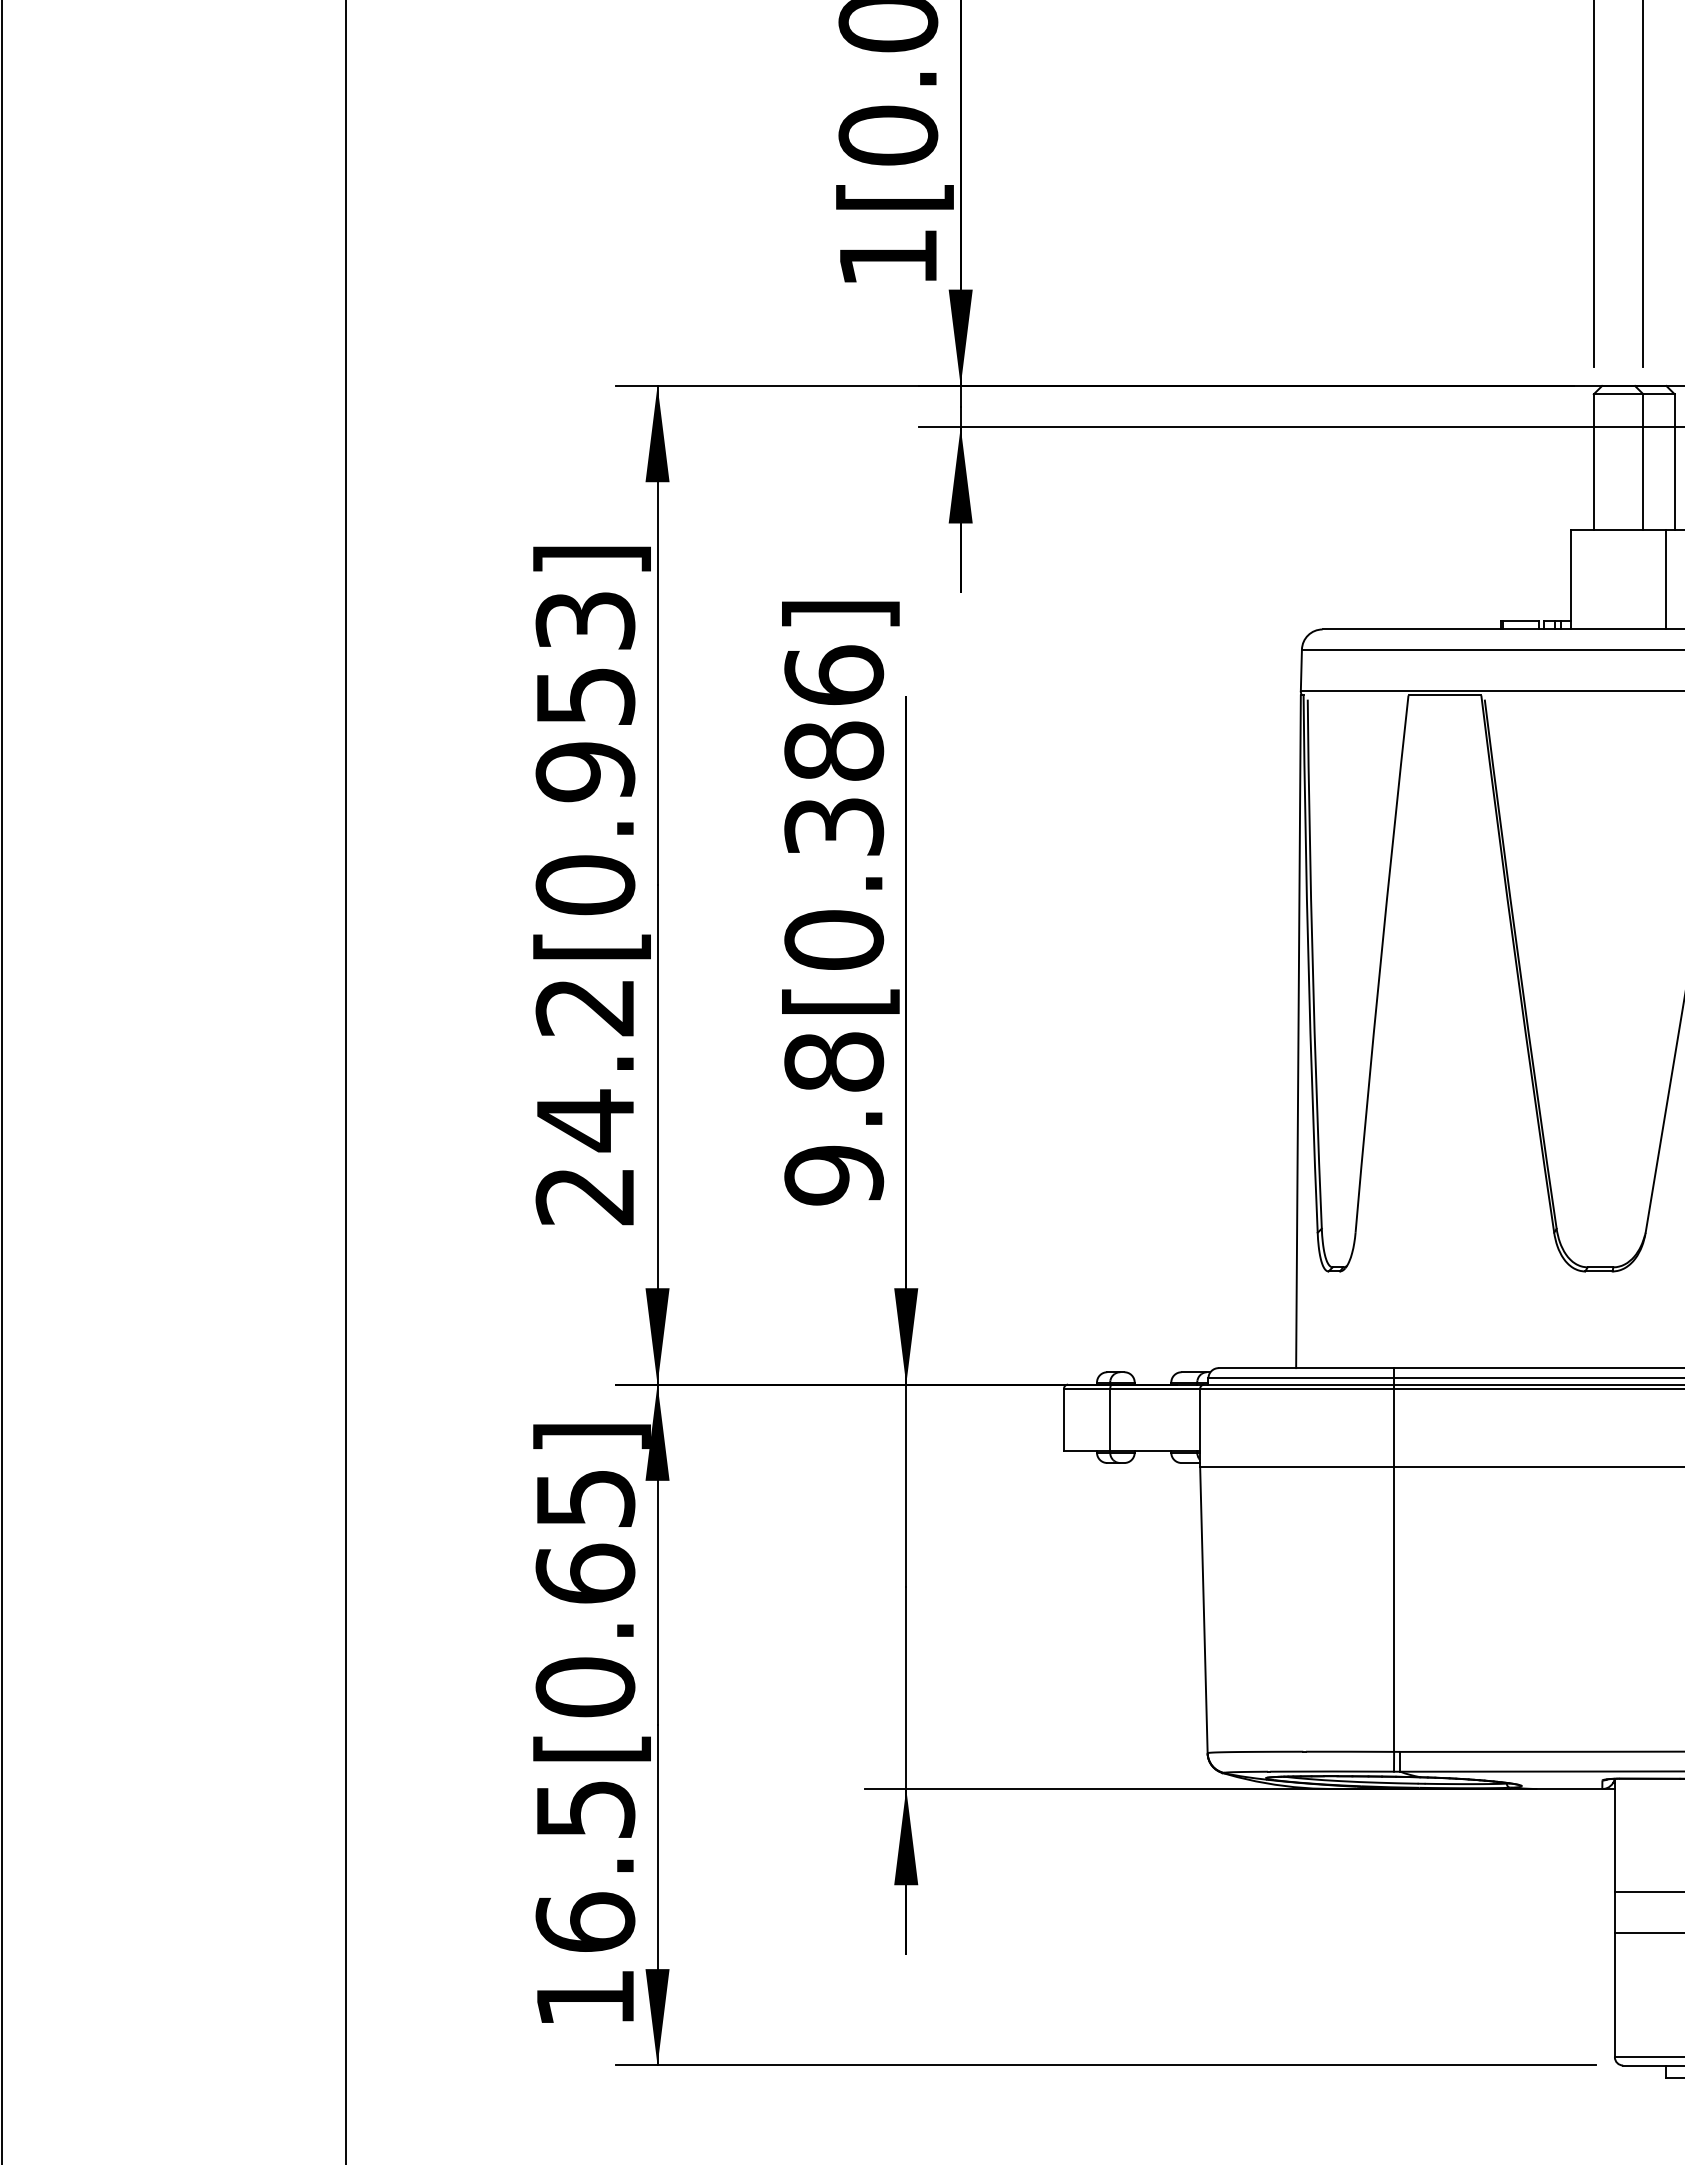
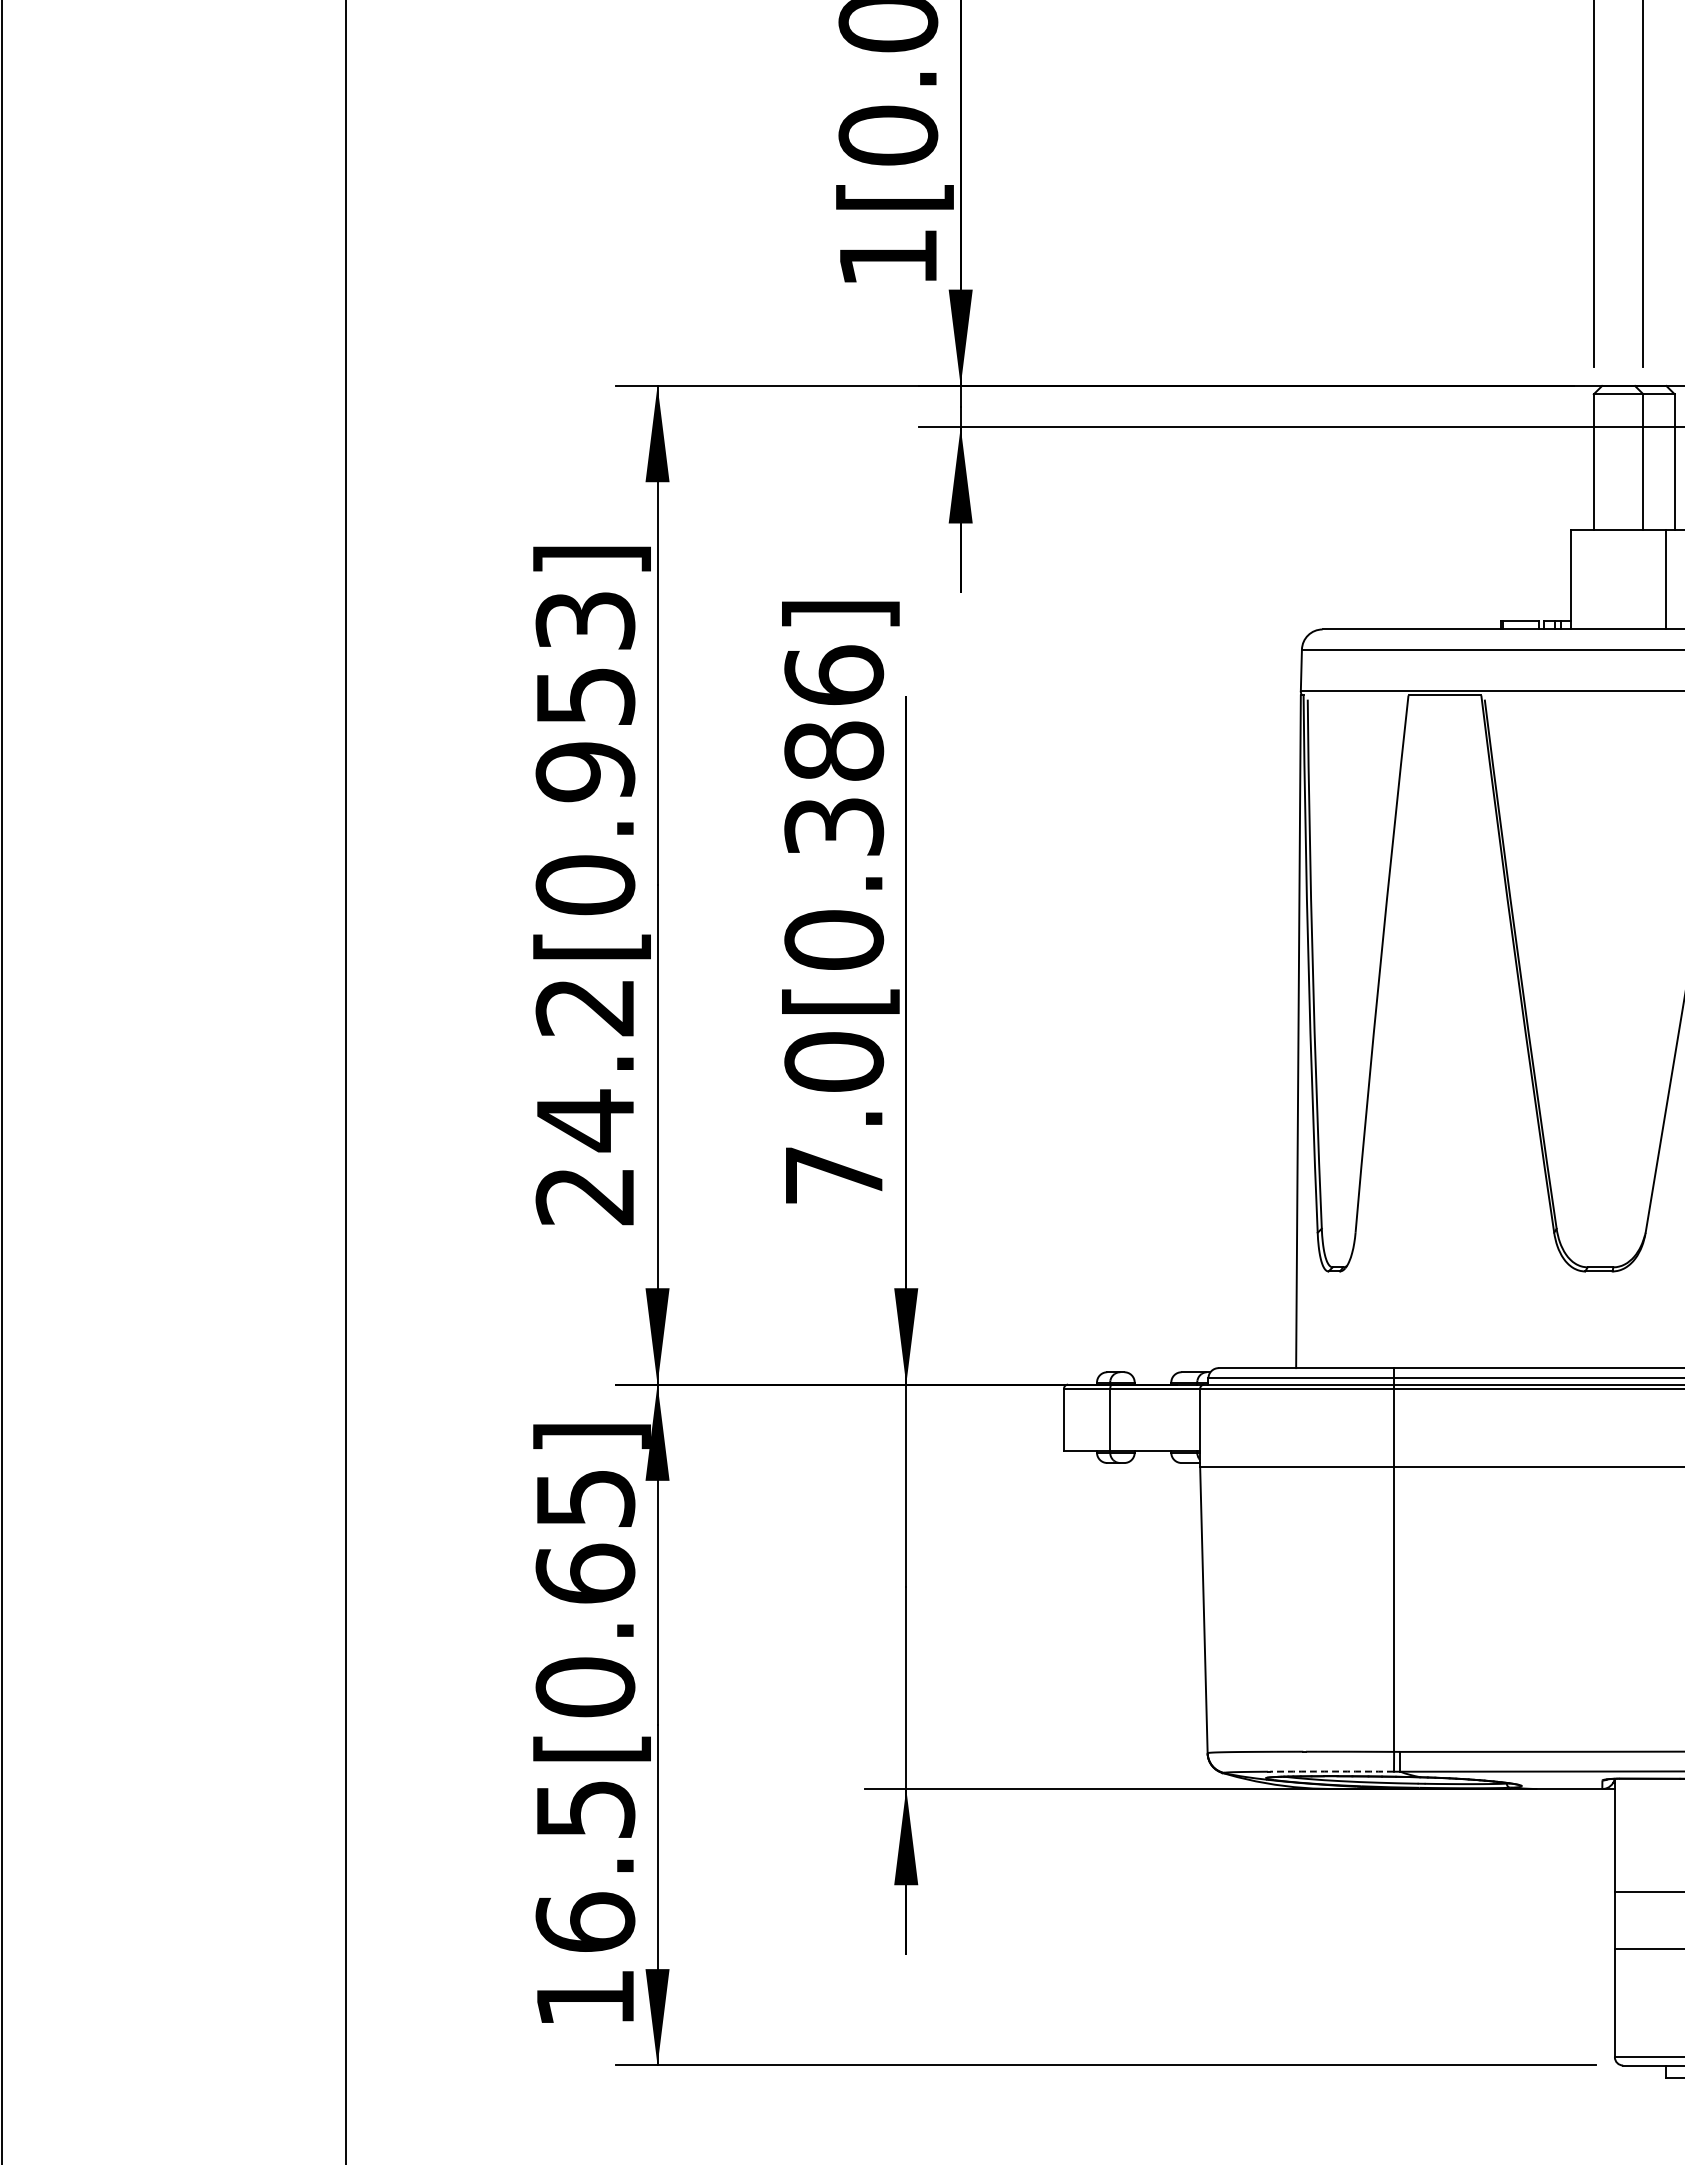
text at (834, 1118): 9.8[0.386] -> 7.0[0.386]
arc at (1332, 1771): solid -> dashed
line at (1647, 1933) position: (1647, 1933) -> (1647, 1949)
